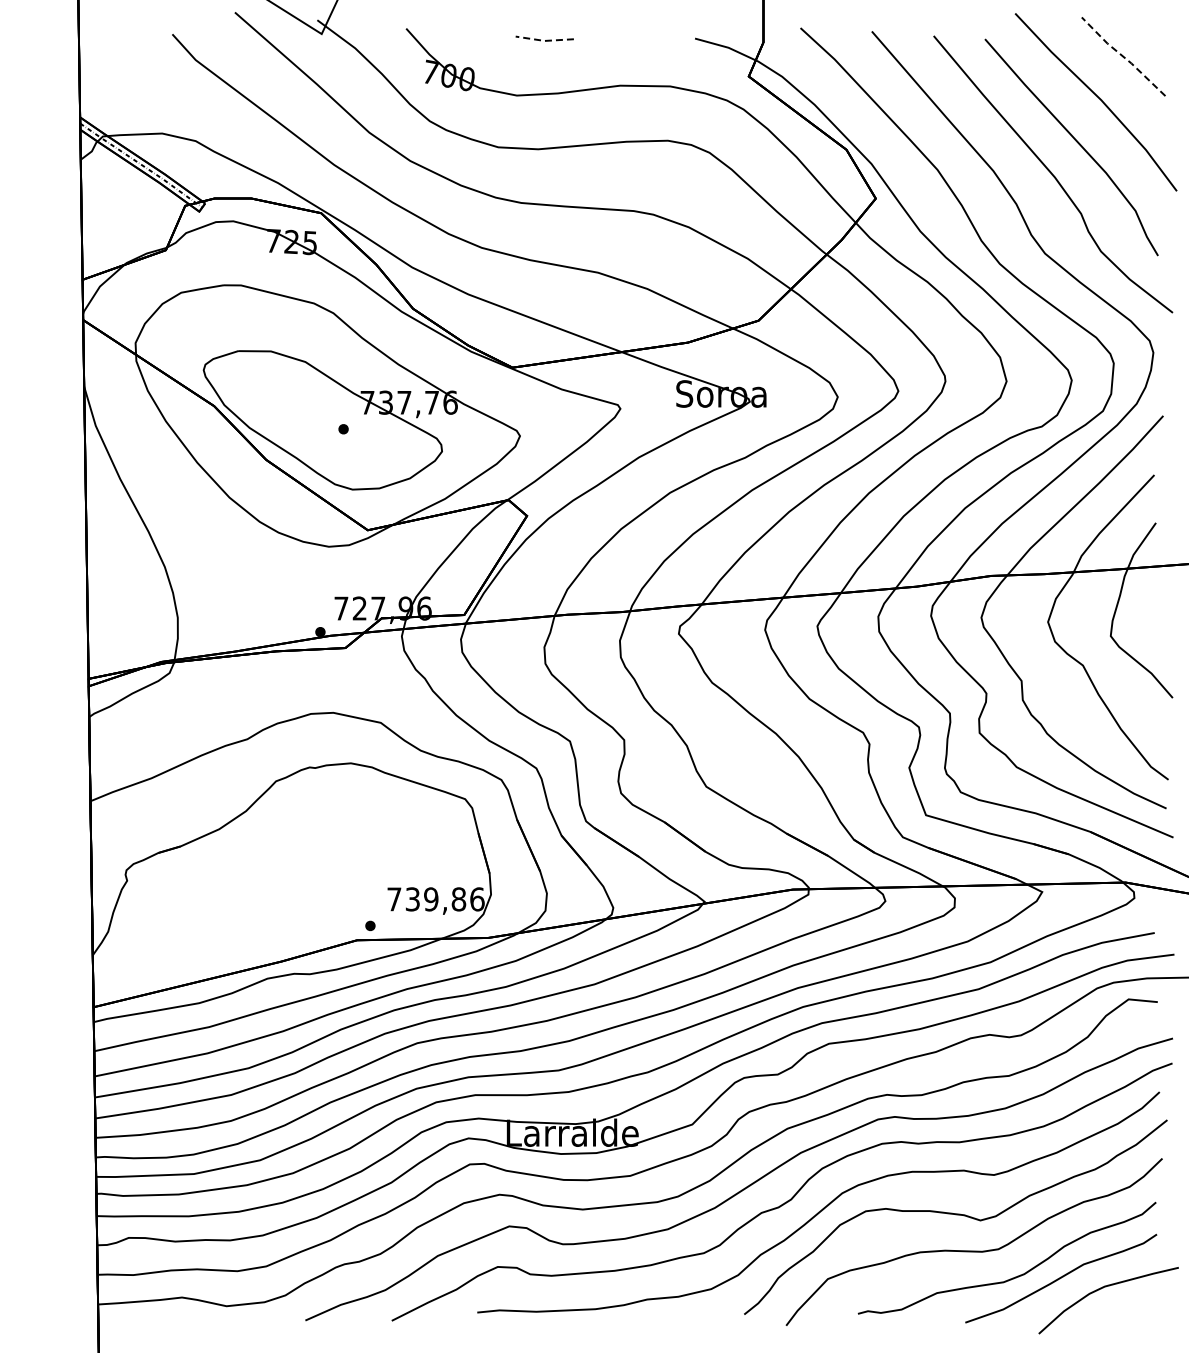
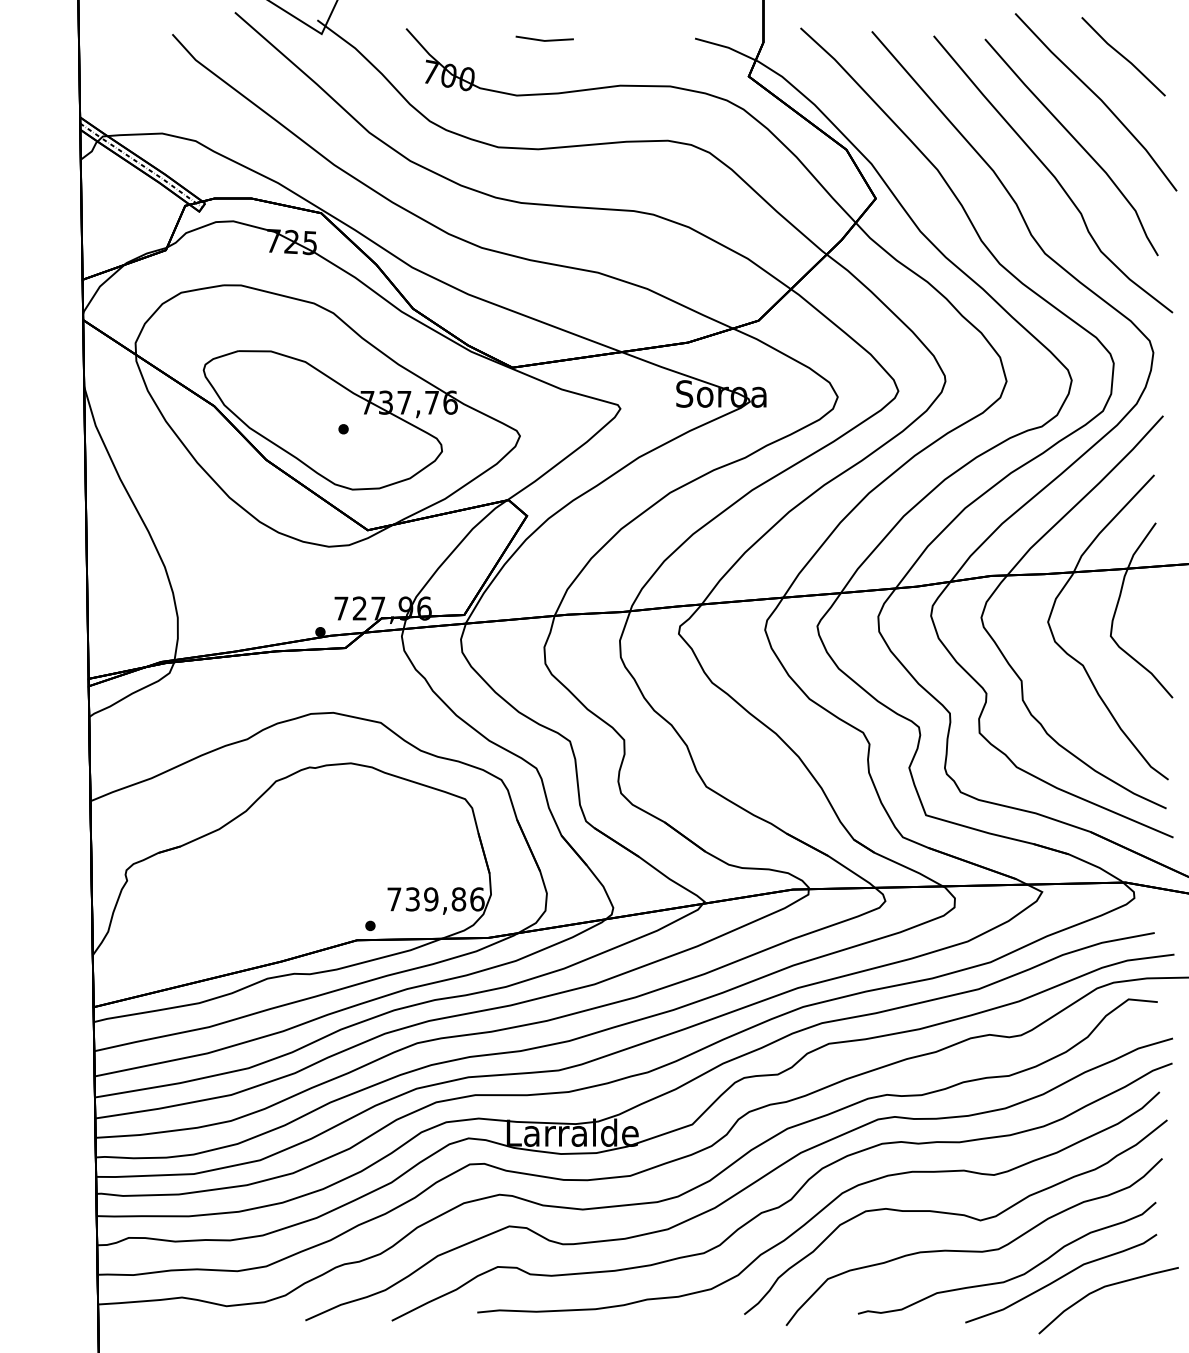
line at (544, 40): dashed -> solid
line at (1123, 57): dashed -> solid
